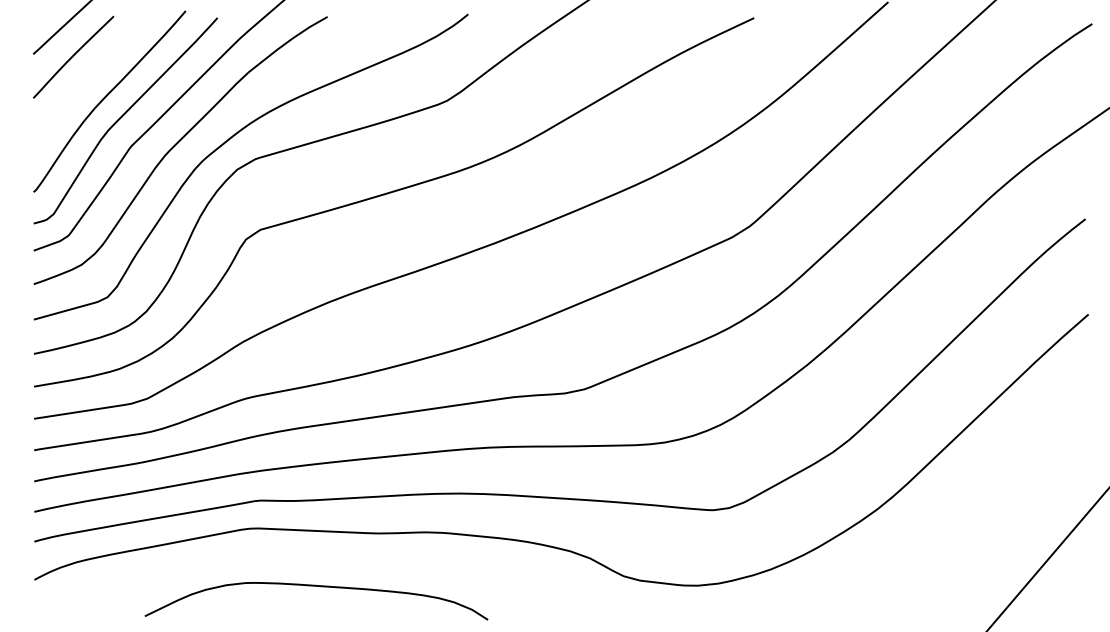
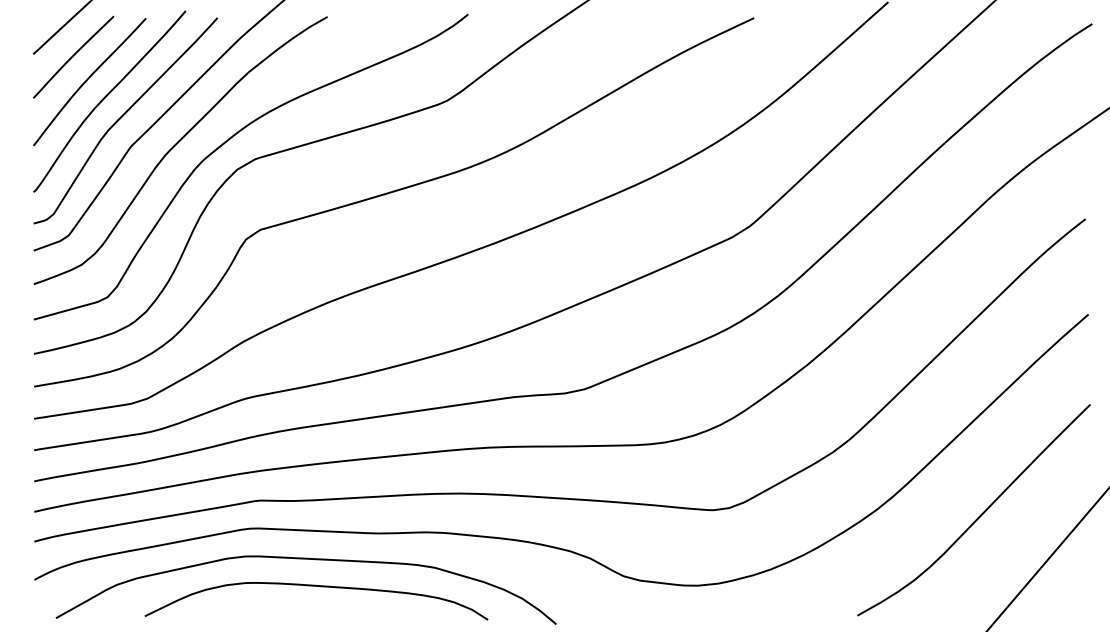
curve at (87, 80): none -> present
curve at (979, 515): none -> present
curve at (305, 559): none -> present
